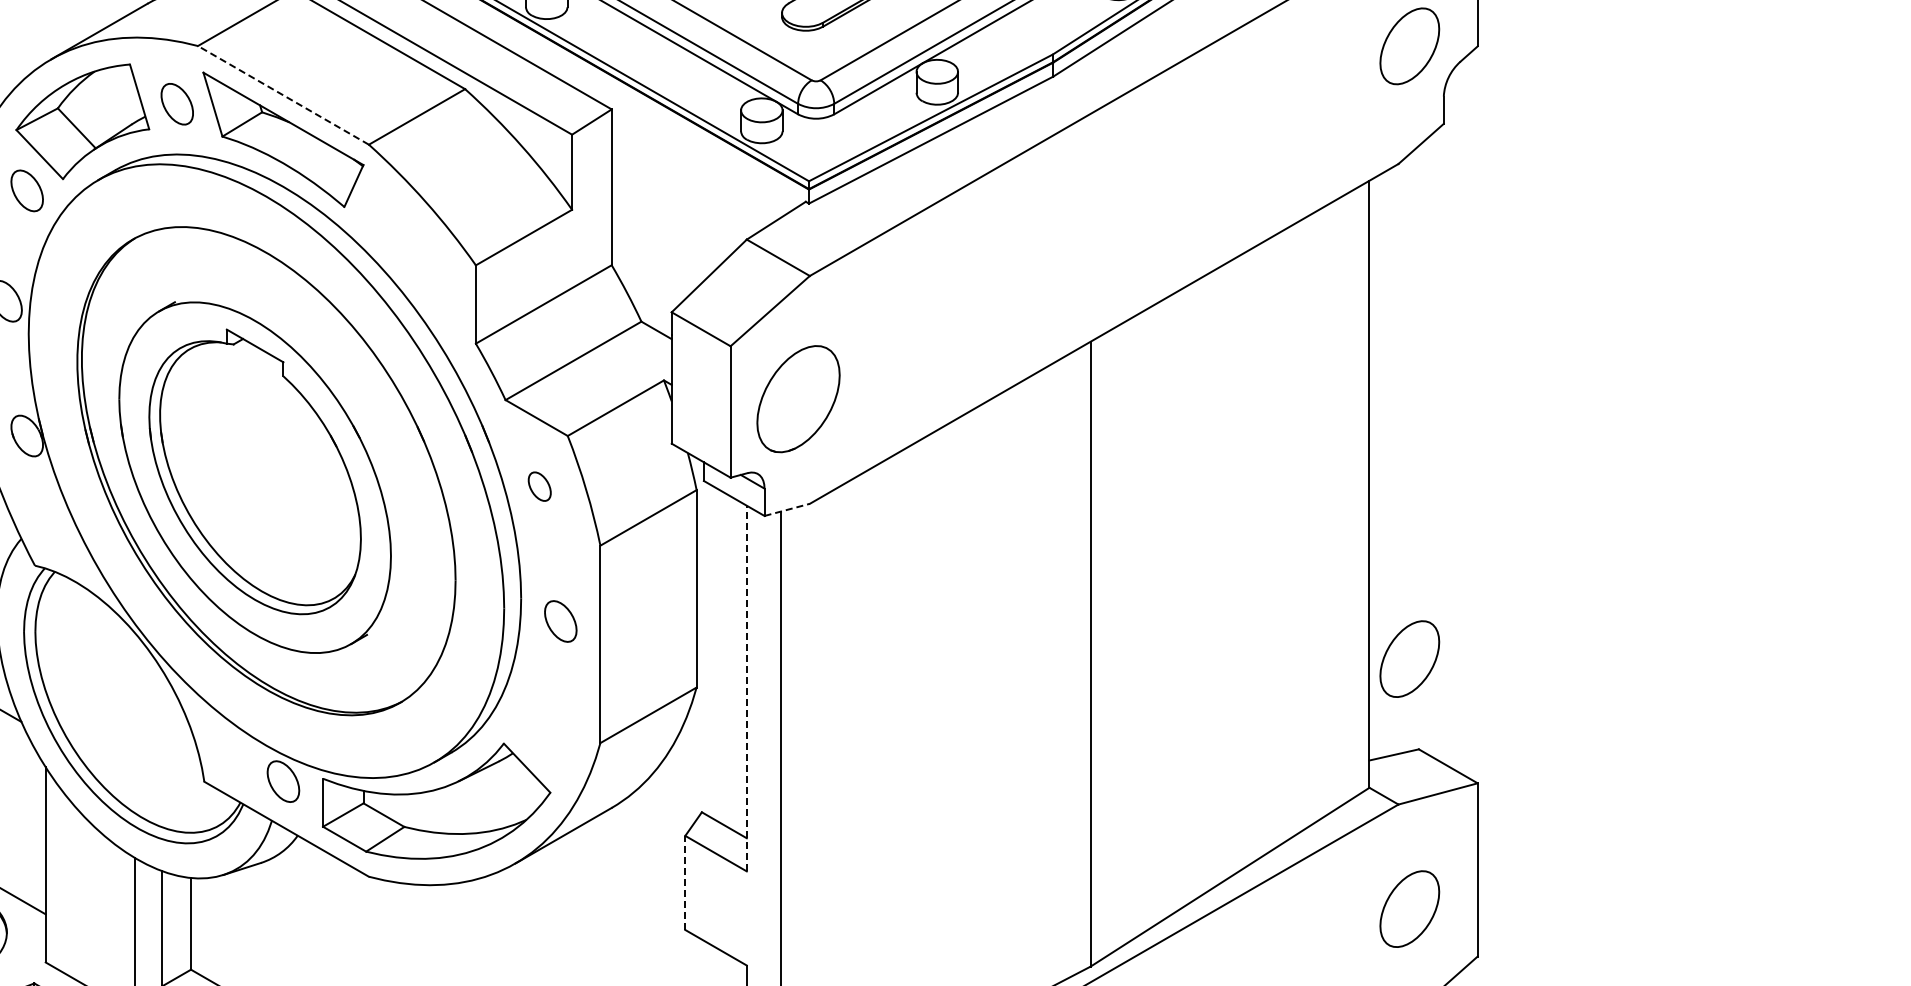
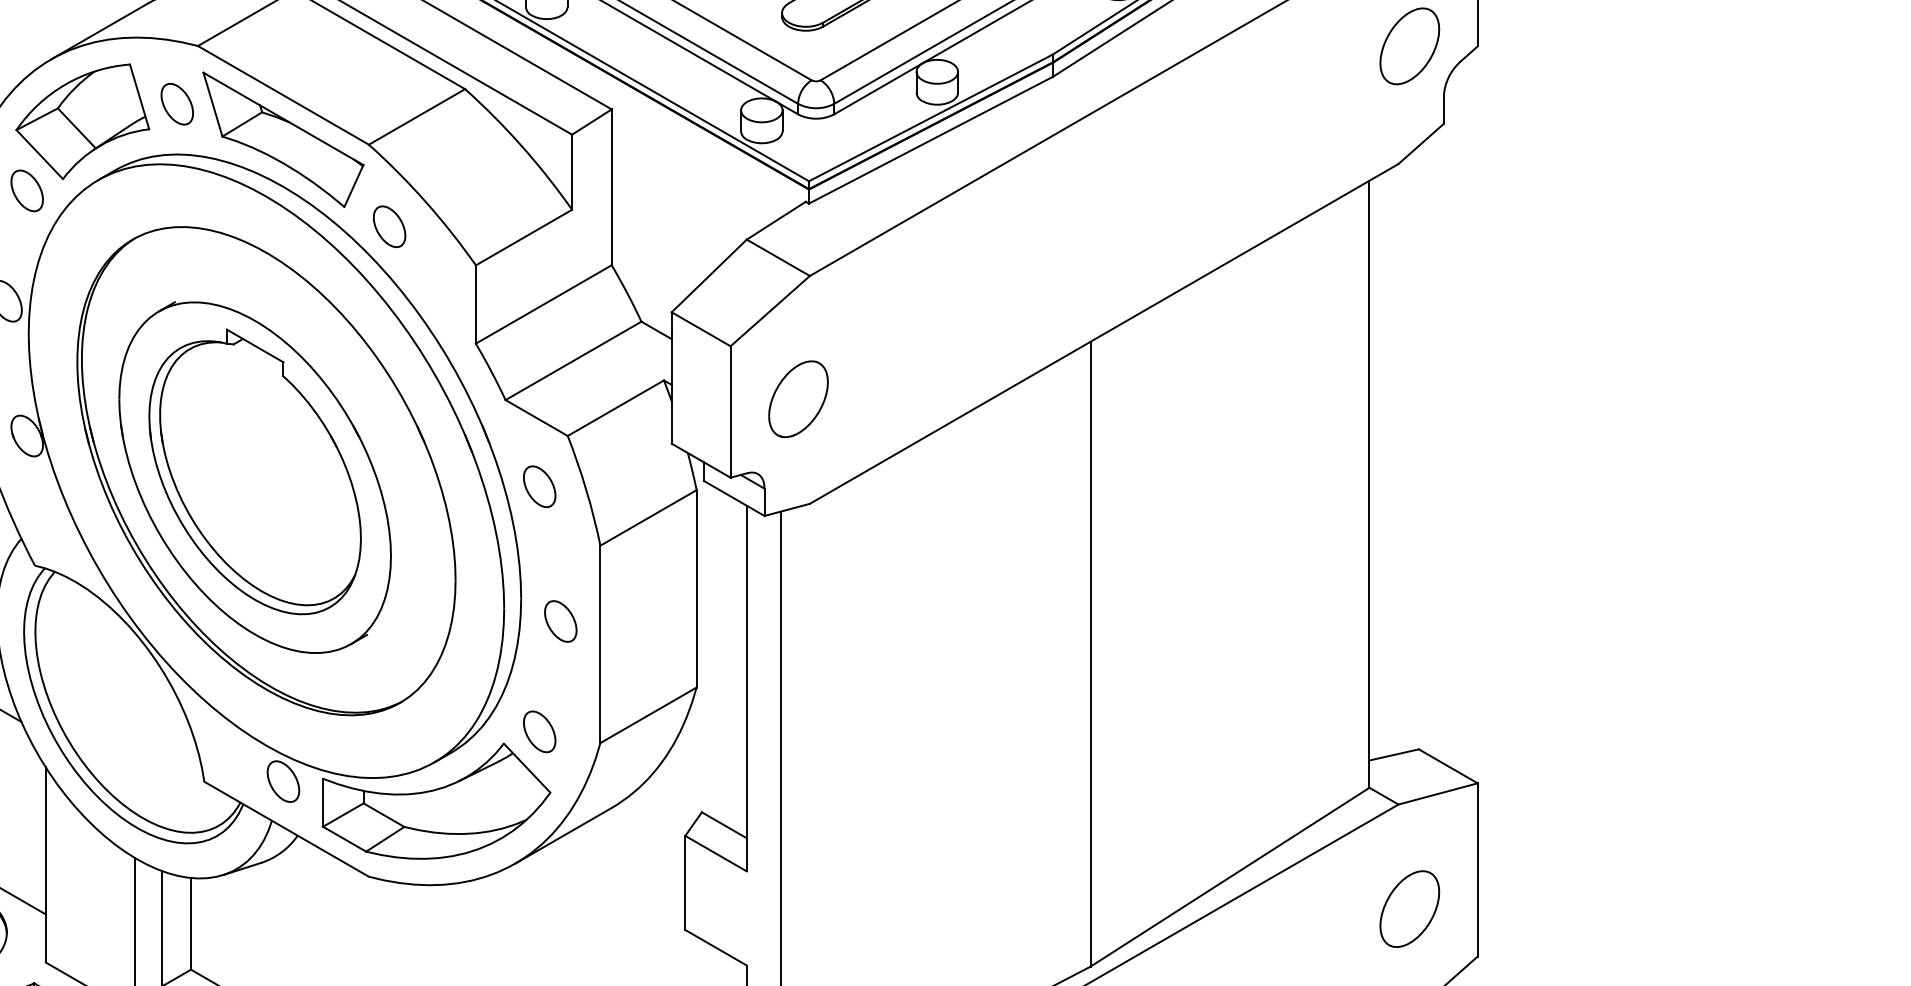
line at (283, 95): dashed -> solid
part at (389, 226): none -> present
part at (798, 399) size: 85x109 px -> 61x79 px
part at (539, 486) size: 25x31 px -> 34x43 px
line at (787, 509): dashed -> solid
part at (1409, 658): present -> none
line at (746, 688): dashed -> solid
part at (539, 731): none -> present
line at (685, 882): dashed -> solid
